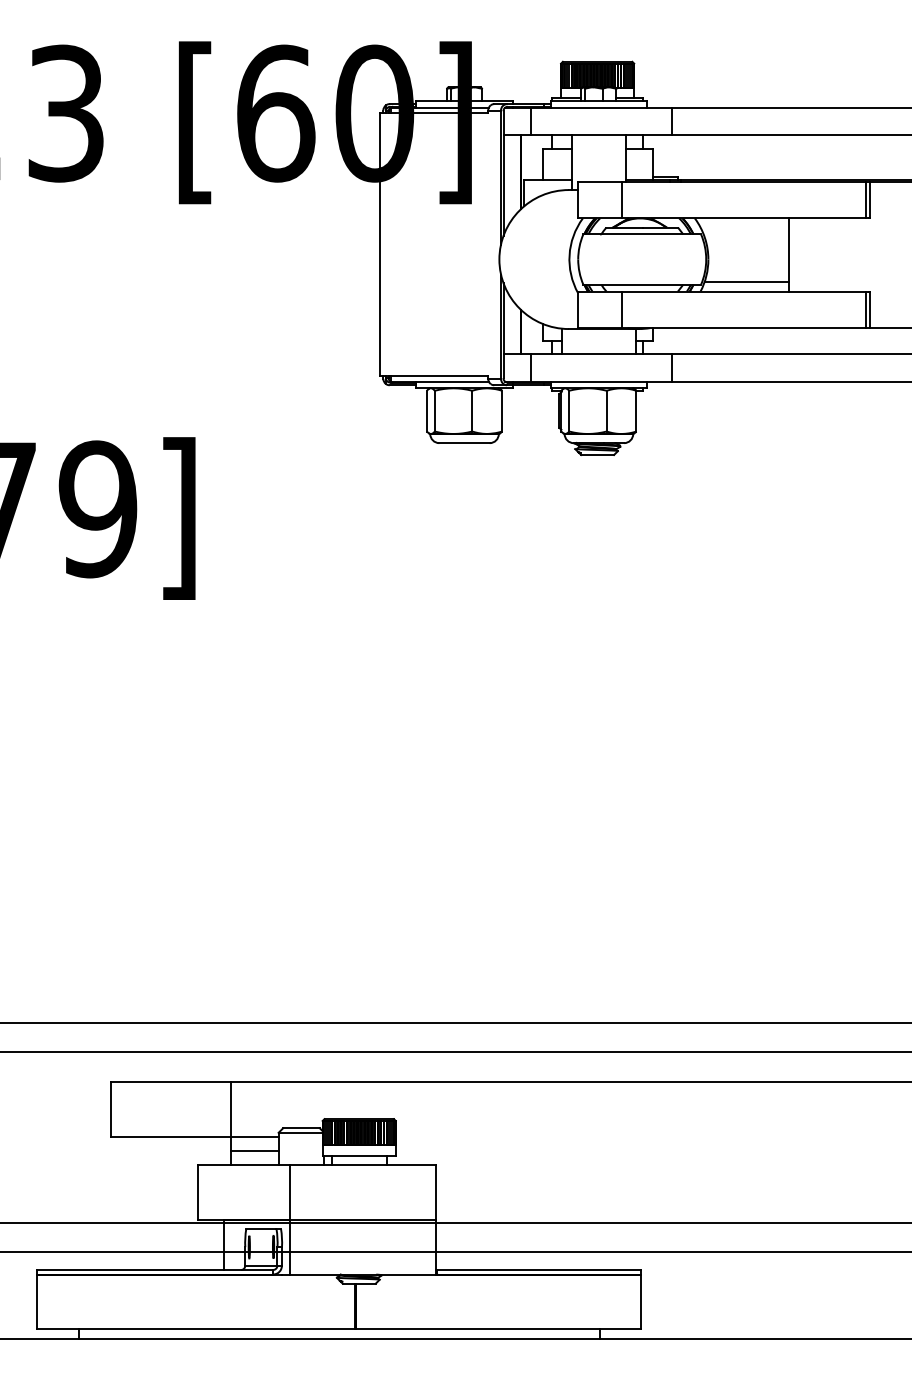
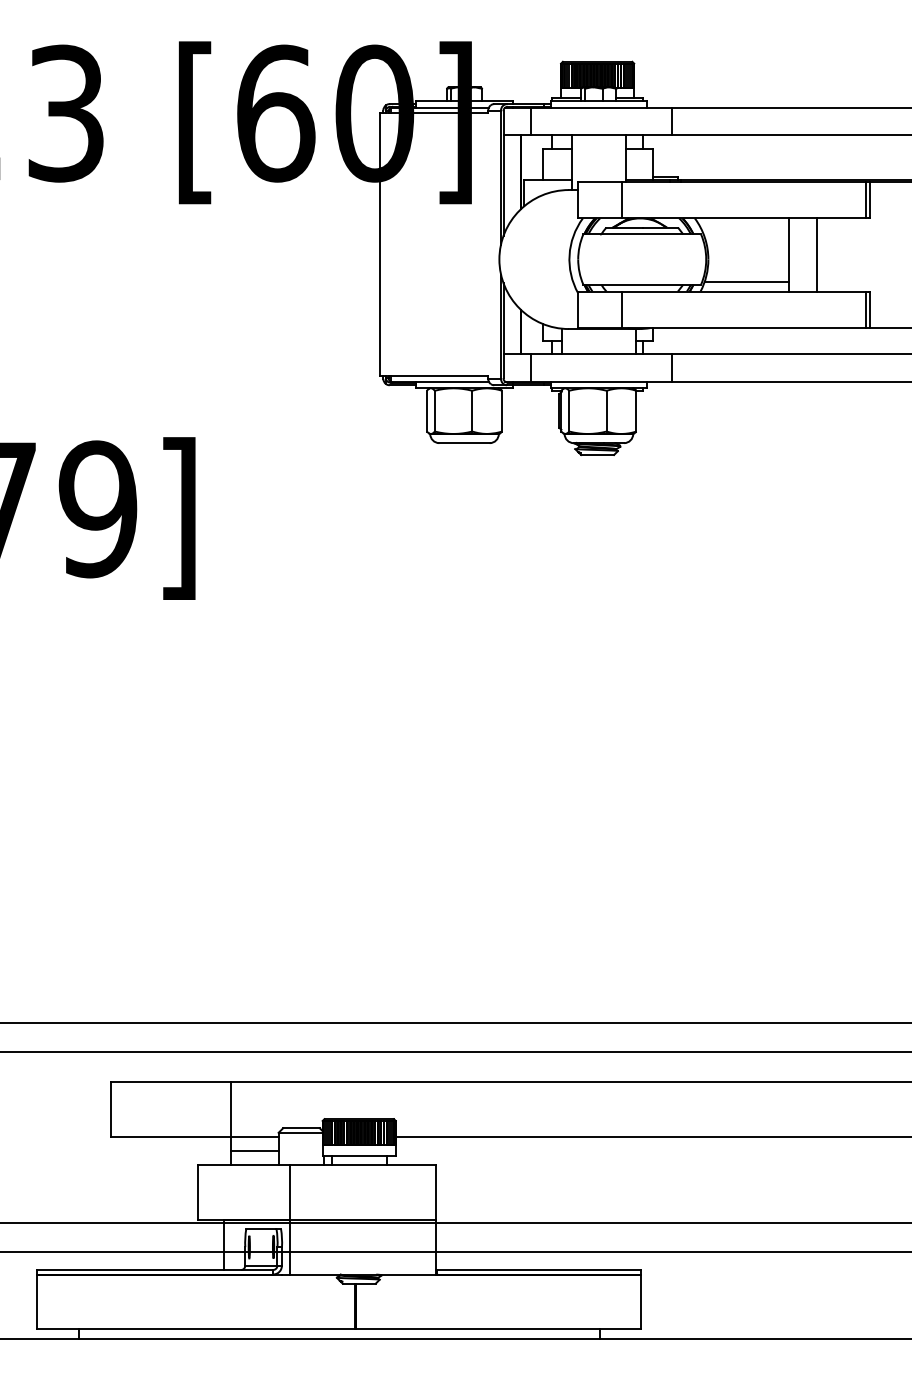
line at (817, 254): none -> present
line at (651, 1137): none -> present
